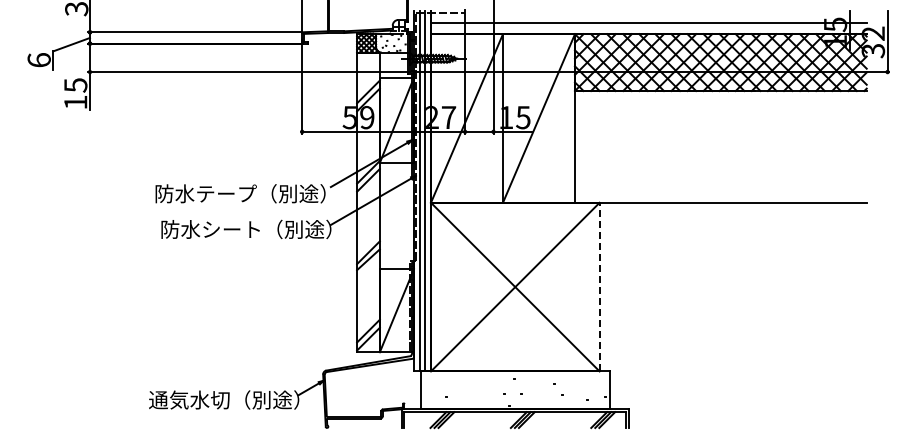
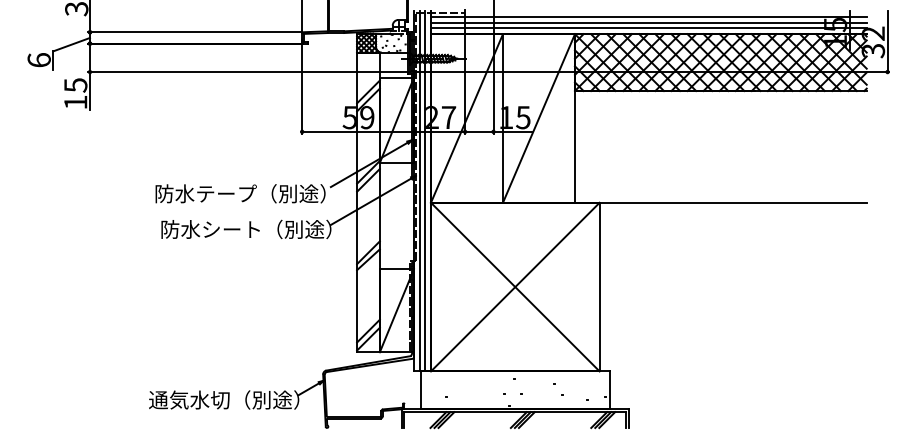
line at (648, 17): none -> present
line at (648, 28): none -> present
line at (599, 286): dashed -> solid
